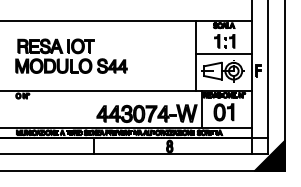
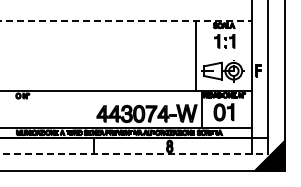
line at (125, 20): solid -> dashed
line at (223, 54): present -> none
part at (71, 55): present -> none
line at (134, 154): solid -> dashed
